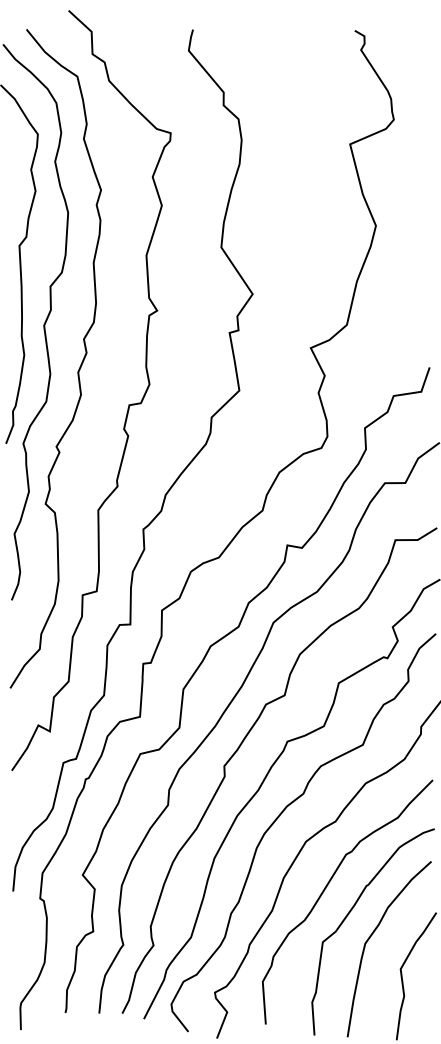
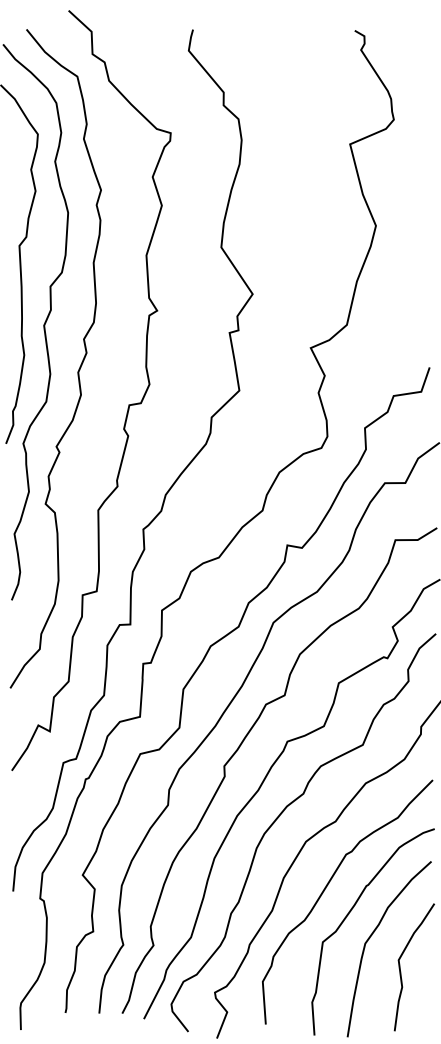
curve at (403, 980) position: (403, 980) -> (401, 971)
